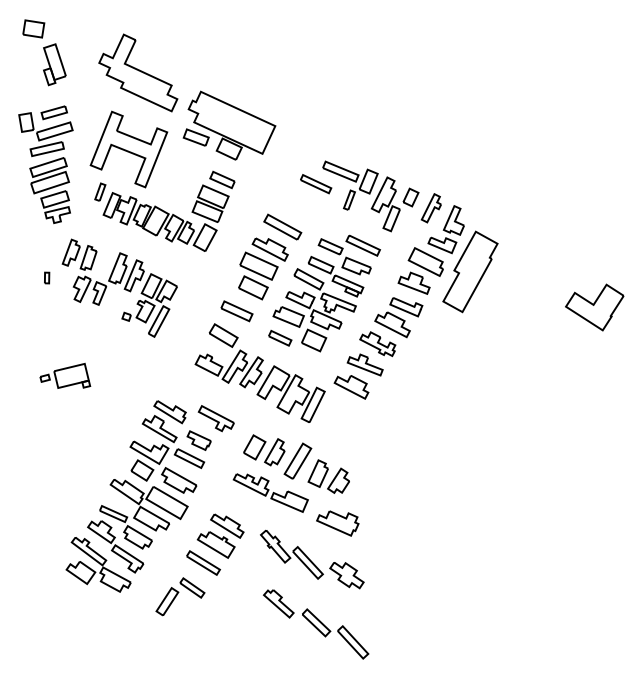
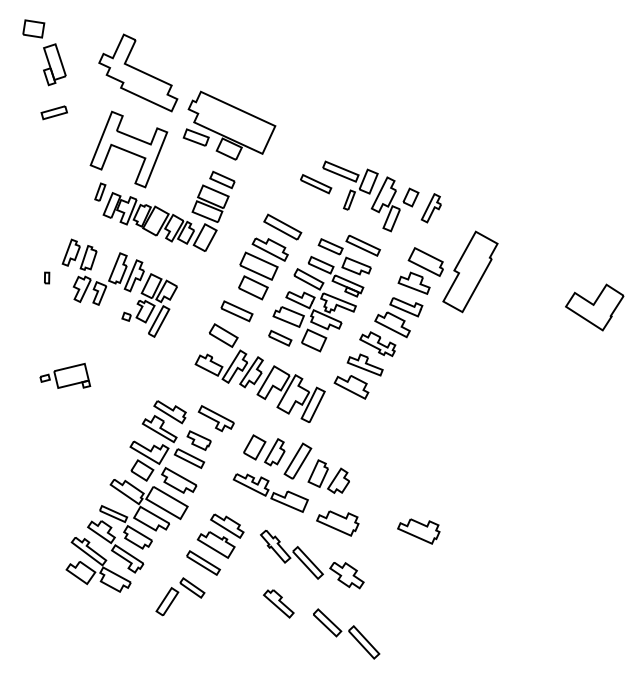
part at (45, 168): present -> none
part at (445, 229): present -> none
part at (418, 531): none -> present
part at (335, 633) position: (335, 633) -> (346, 633)
